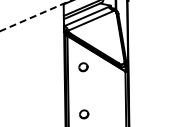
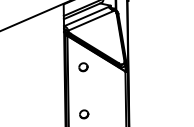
line at (36, 15): dashed -> solid
